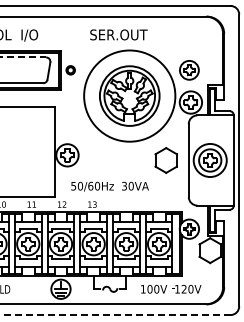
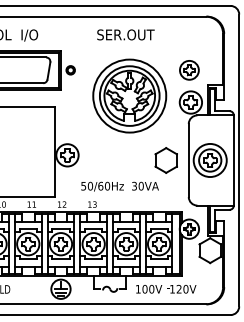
text at (118, 34) position: (118, 34) -> (125, 34)
line at (23, 57): dashed -> solid
circle at (129, 95) diameter: 91 px -> 73 px
text at (109, 186) position: (109, 186) -> (119, 186)
text at (171, 289) position: (171, 289) -> (166, 289)
line at (115, 315): dashed -> solid
